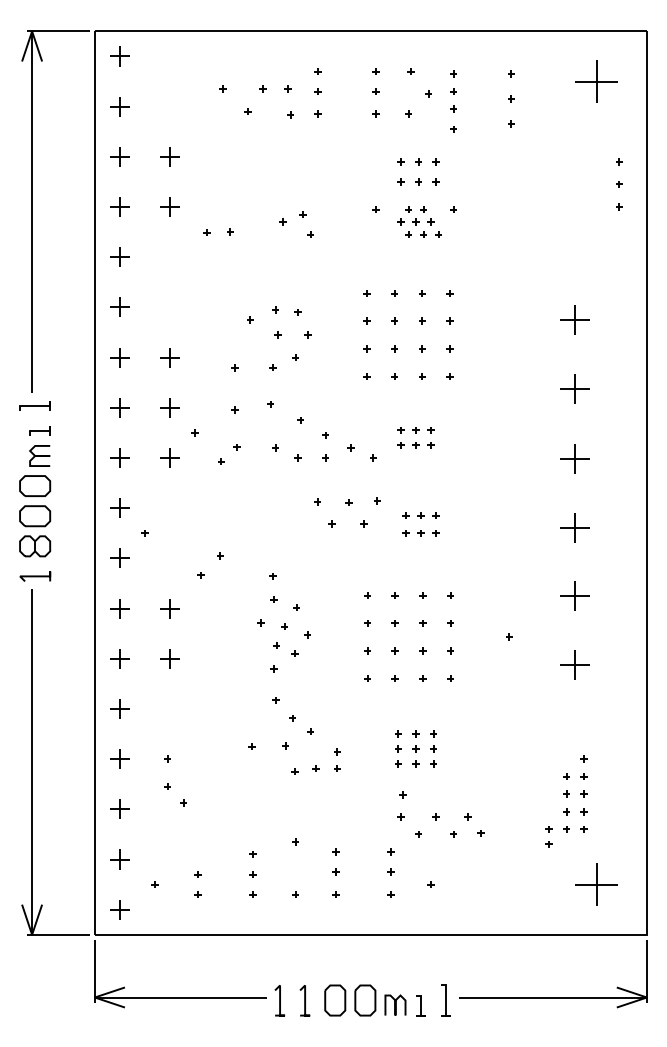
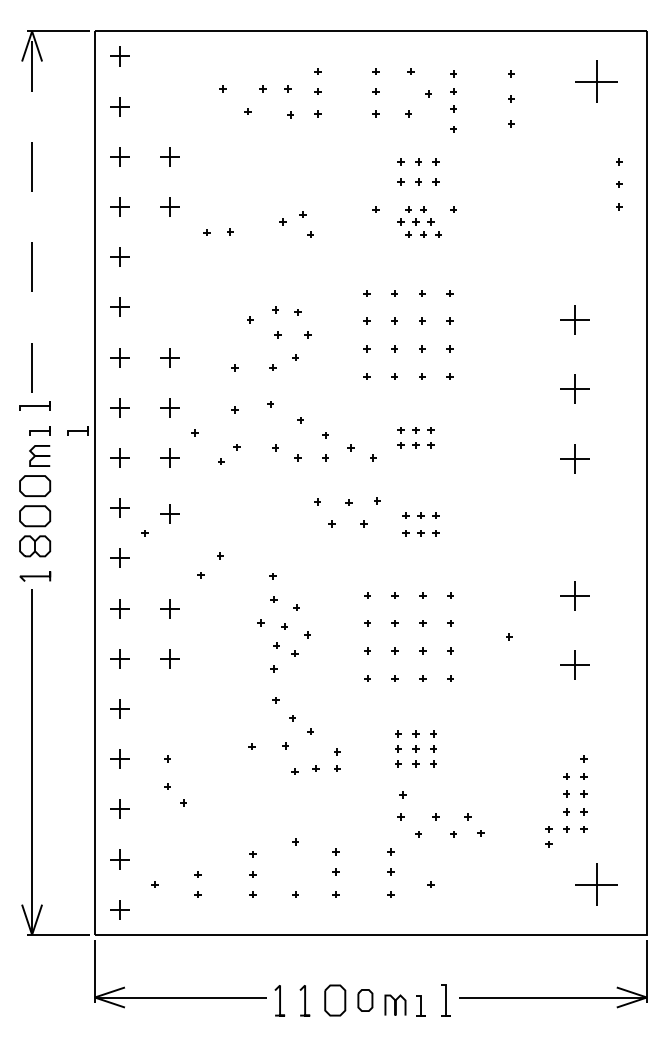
line at (32, 212): solid -> dashed
line at (77, 430): none -> present
part at (169, 513): none -> present
part at (574, 527): present -> none
part at (365, 1000) size: 23x33 px -> 17x23 px
